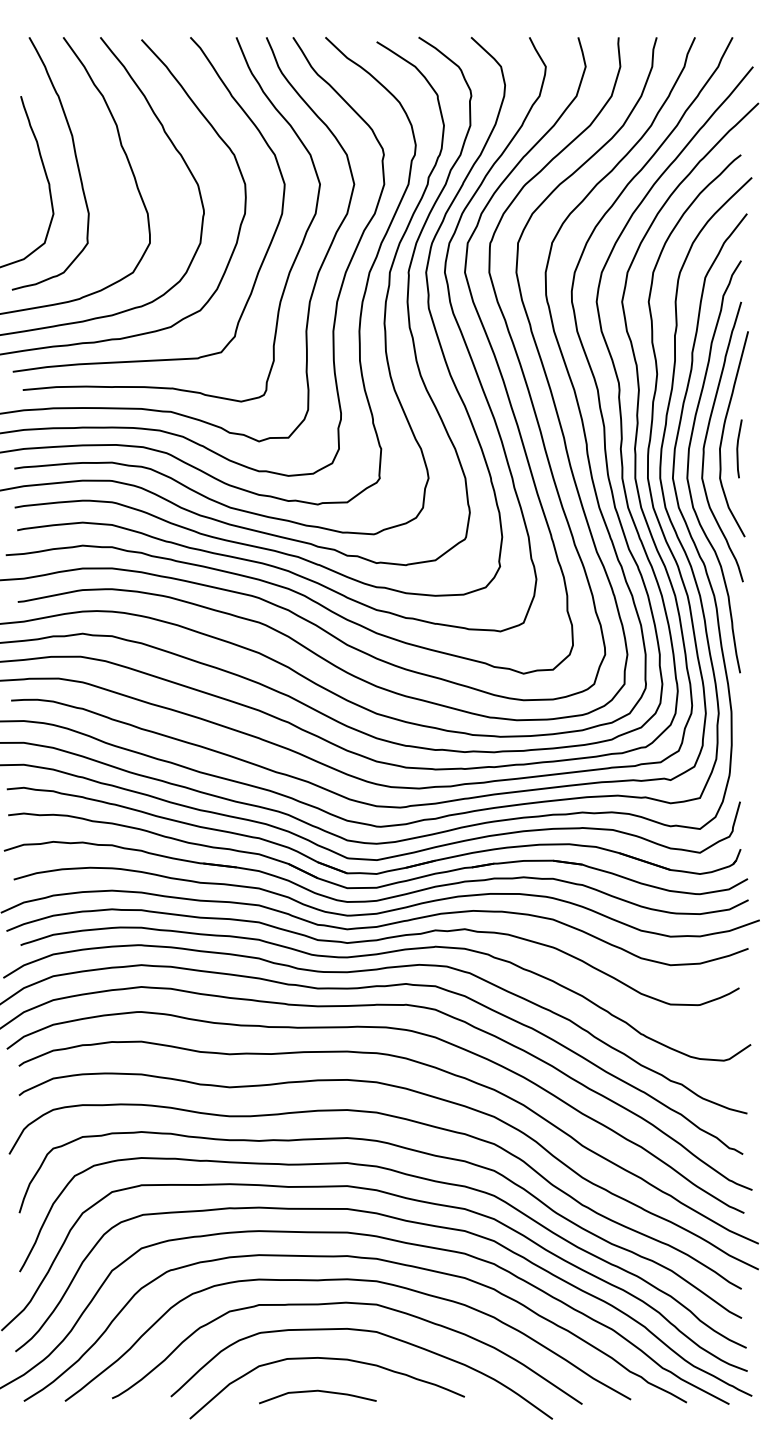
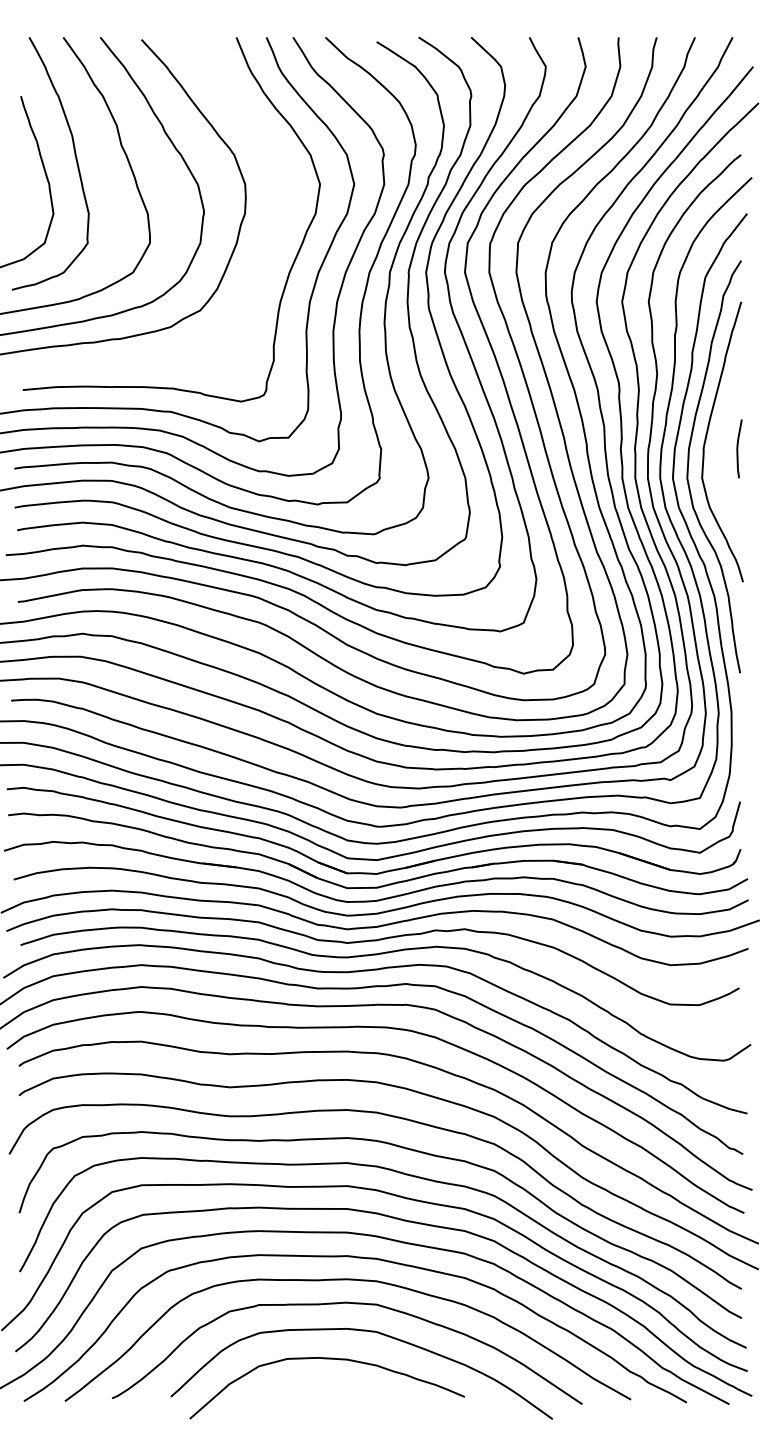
curve at (265, 252): present -> none
curve at (724, 430): present -> none
curve at (317, 1391): present -> none
